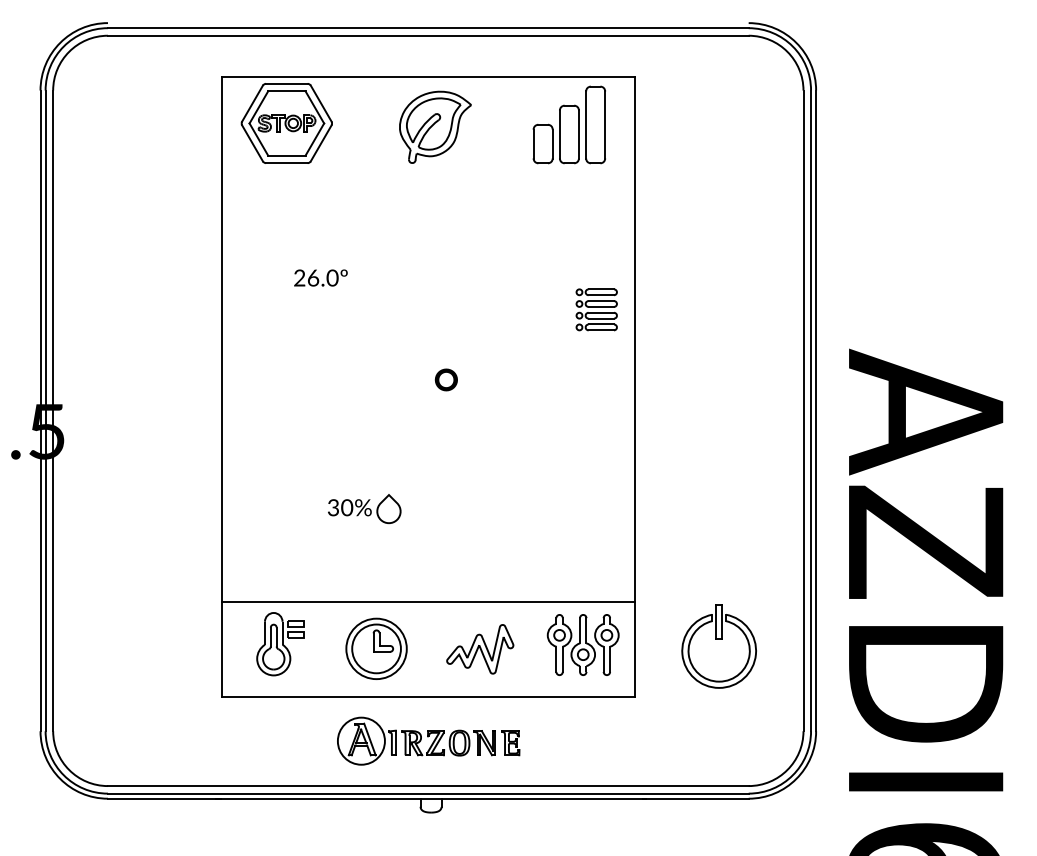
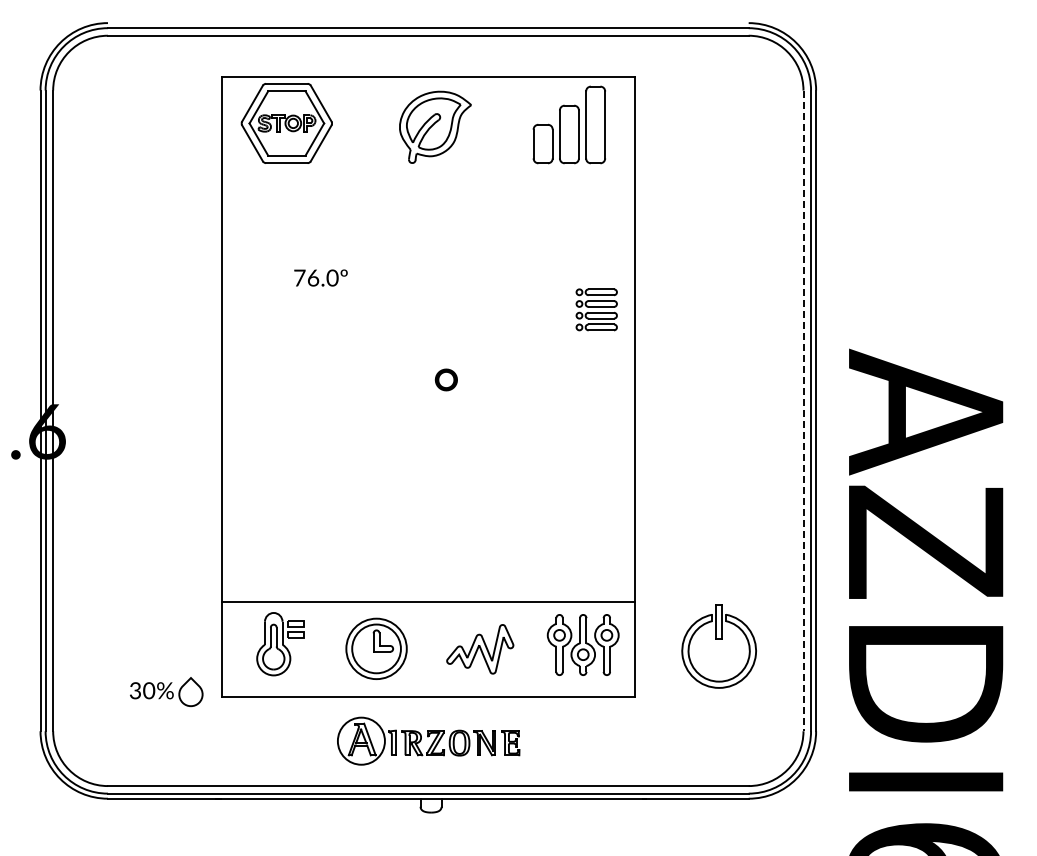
text at (299, 277): 26.0º -> 76.0º
line at (803, 411): solid -> dashed
text at (47, 431): .5 -> .6
part at (364, 509) position: (364, 509) -> (166, 692)
